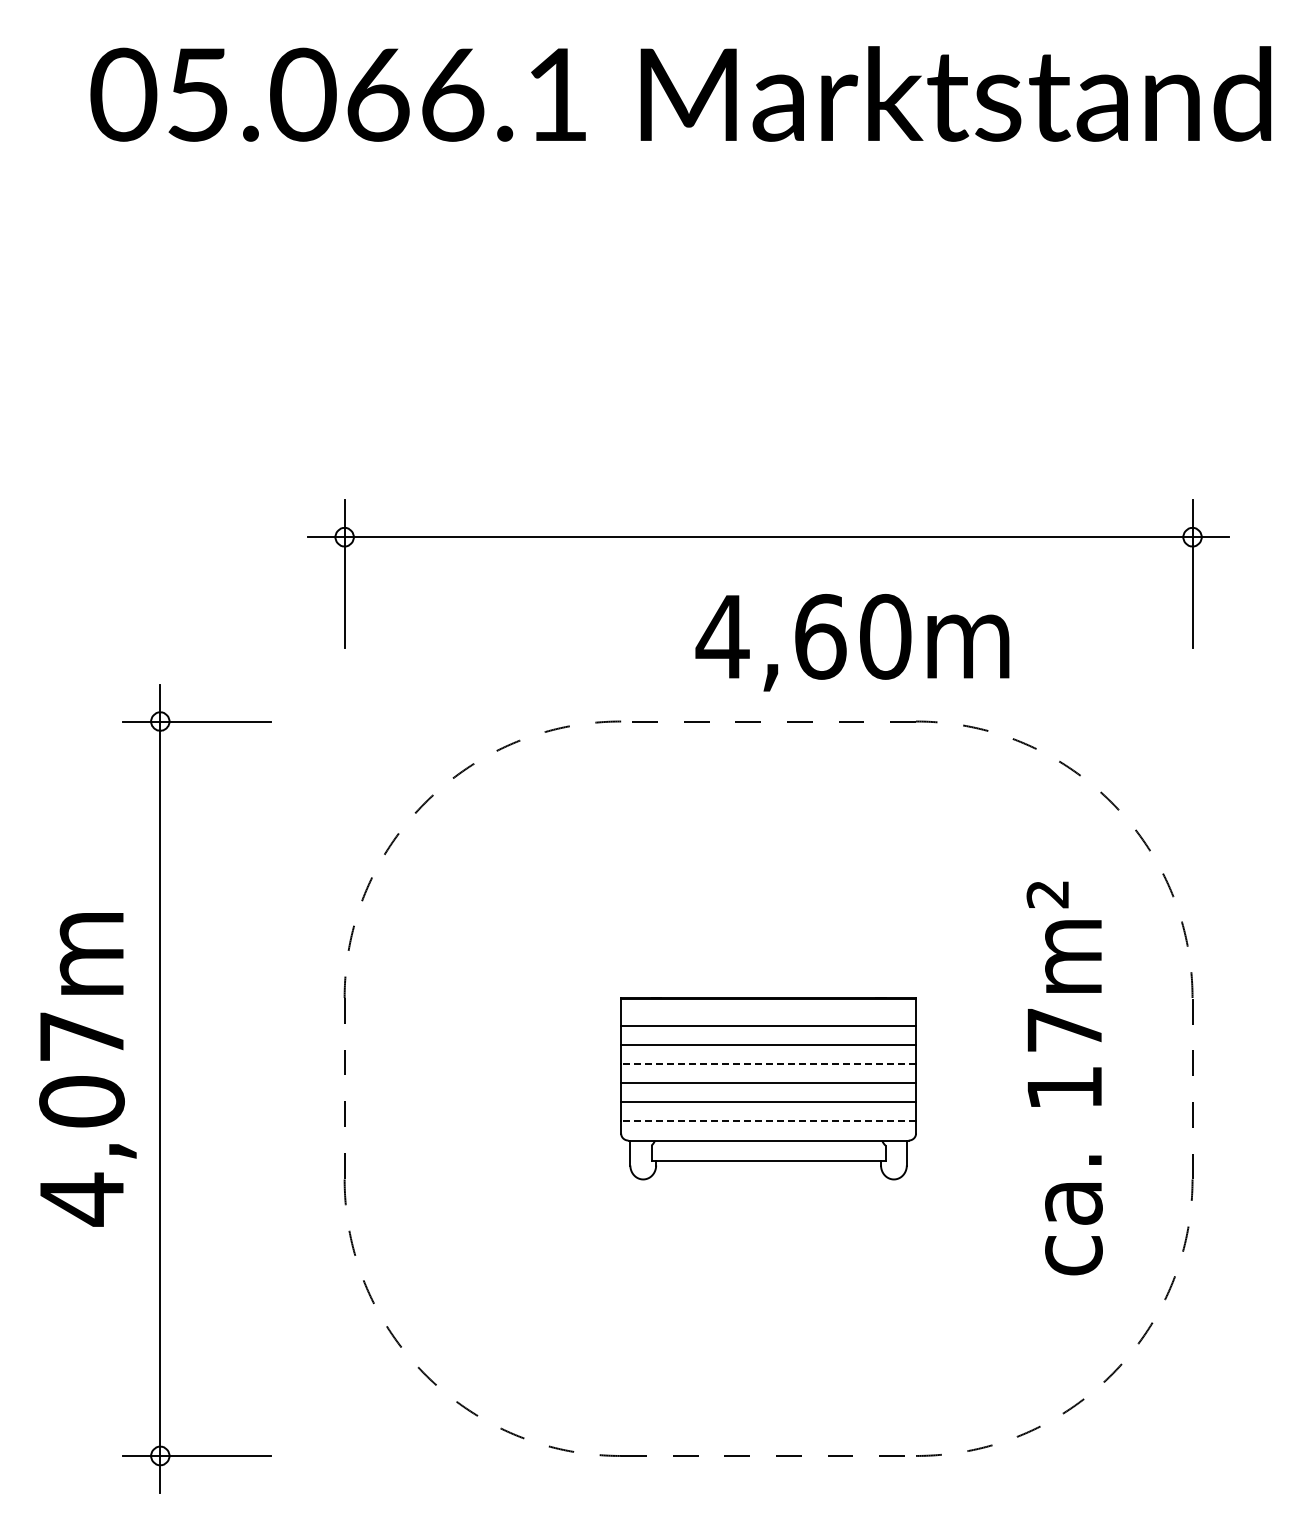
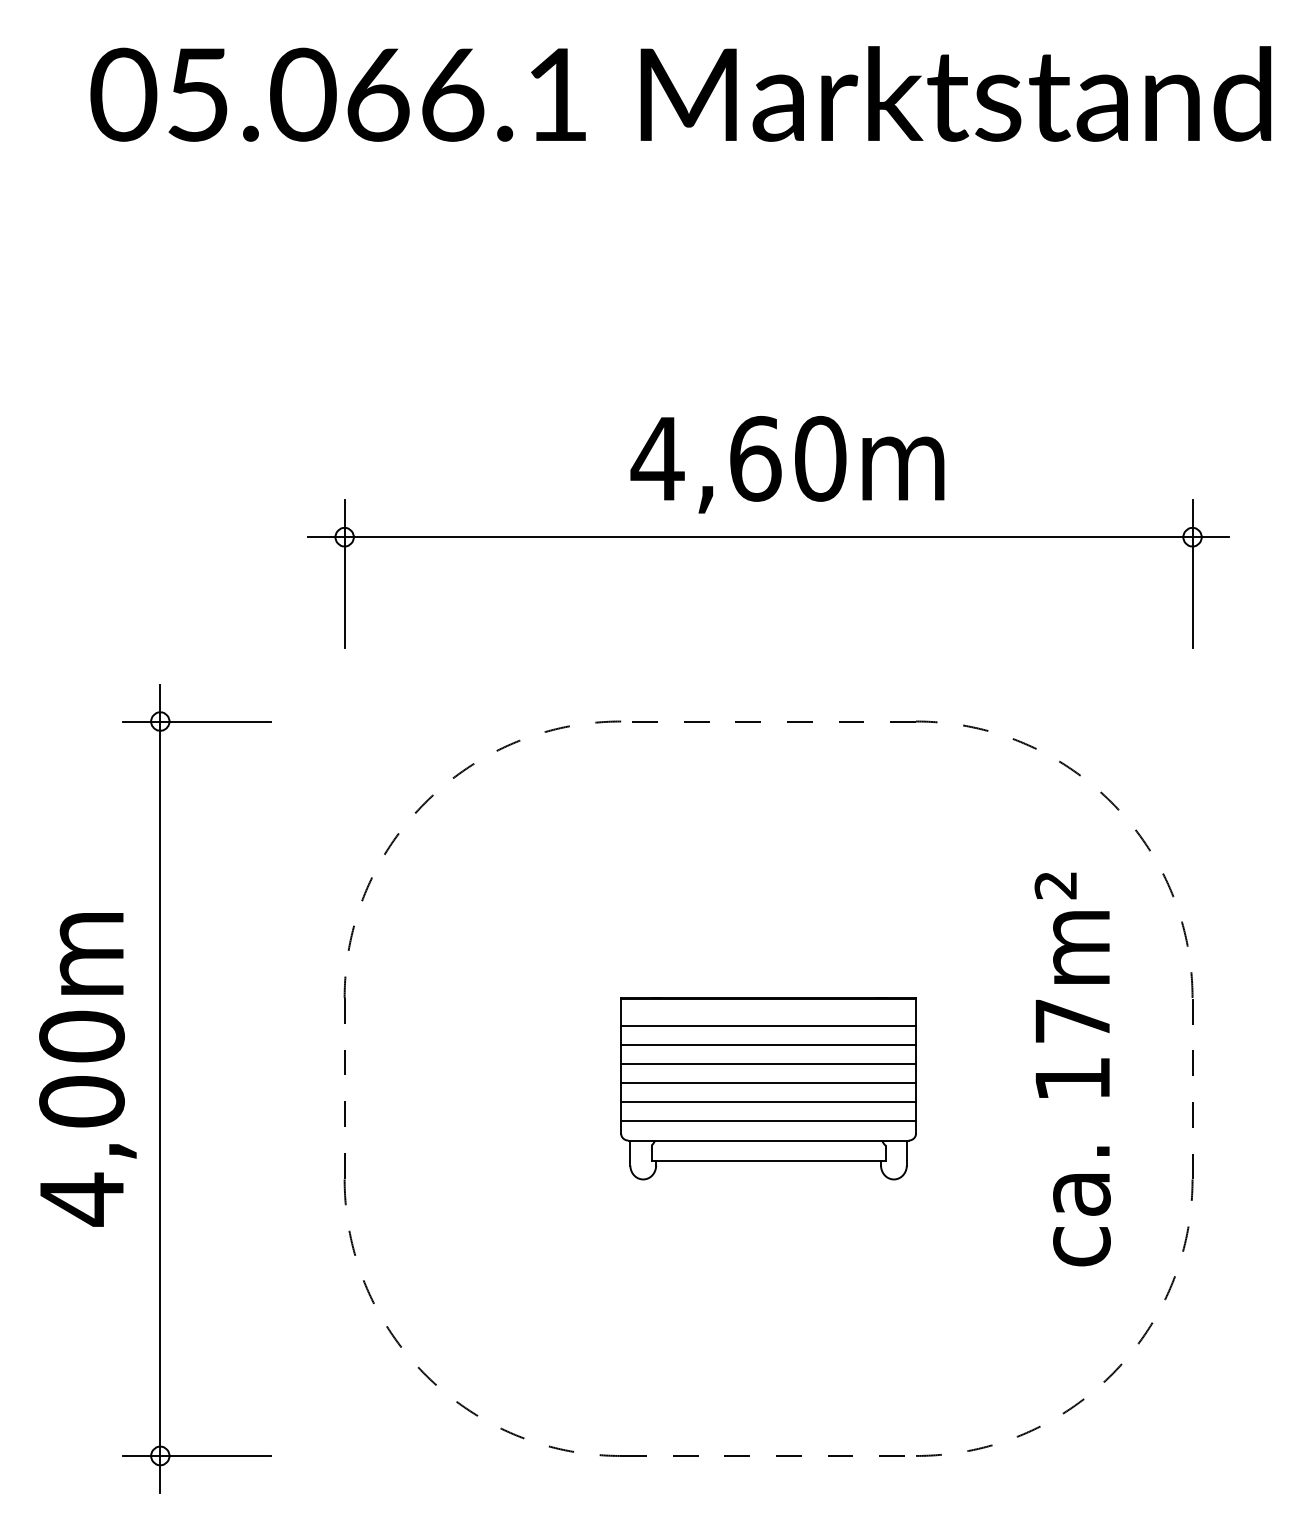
text at (852, 642) position: (852, 642) -> (787, 464)
text at (81, 1036): 4,07m -> 4,00m
line at (768, 1063): dashed -> solid
text at (1064, 1078) position: (1064, 1078) -> (1072, 1069)
line at (768, 1121): dashed -> solid
